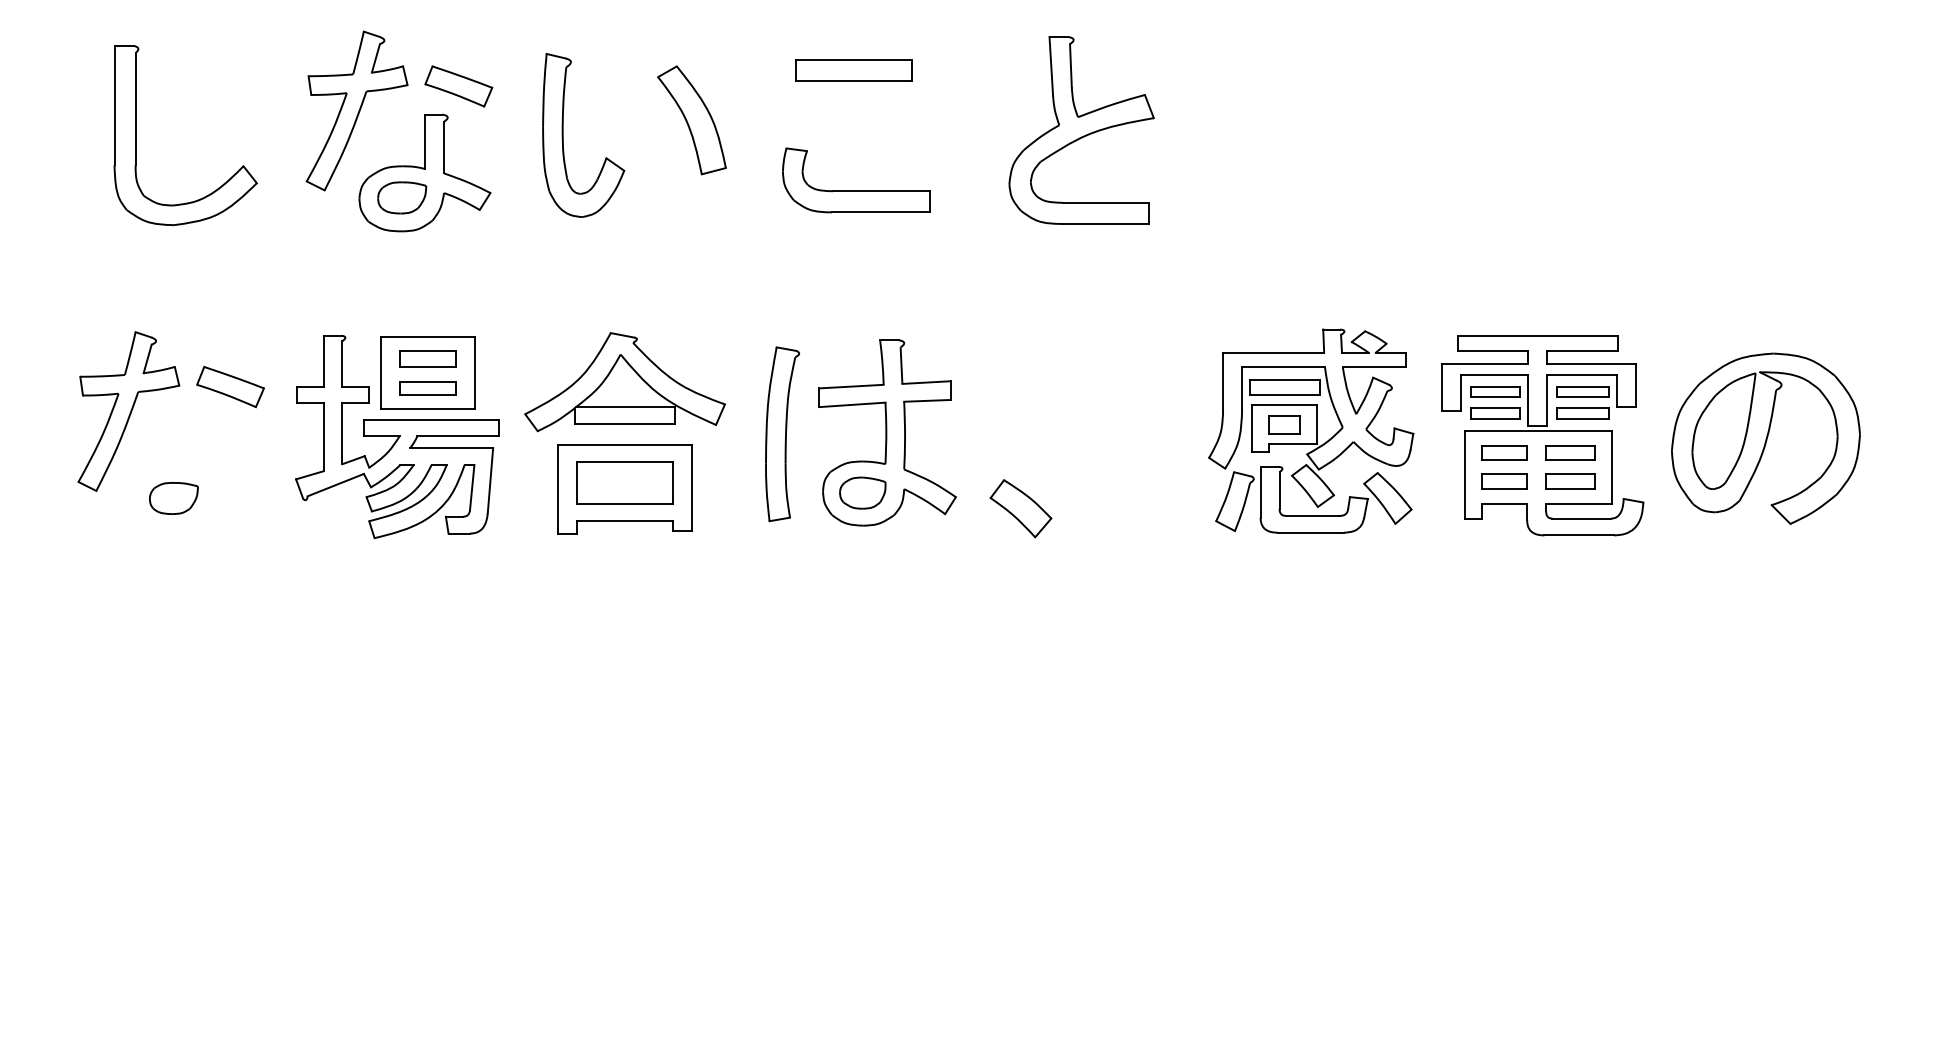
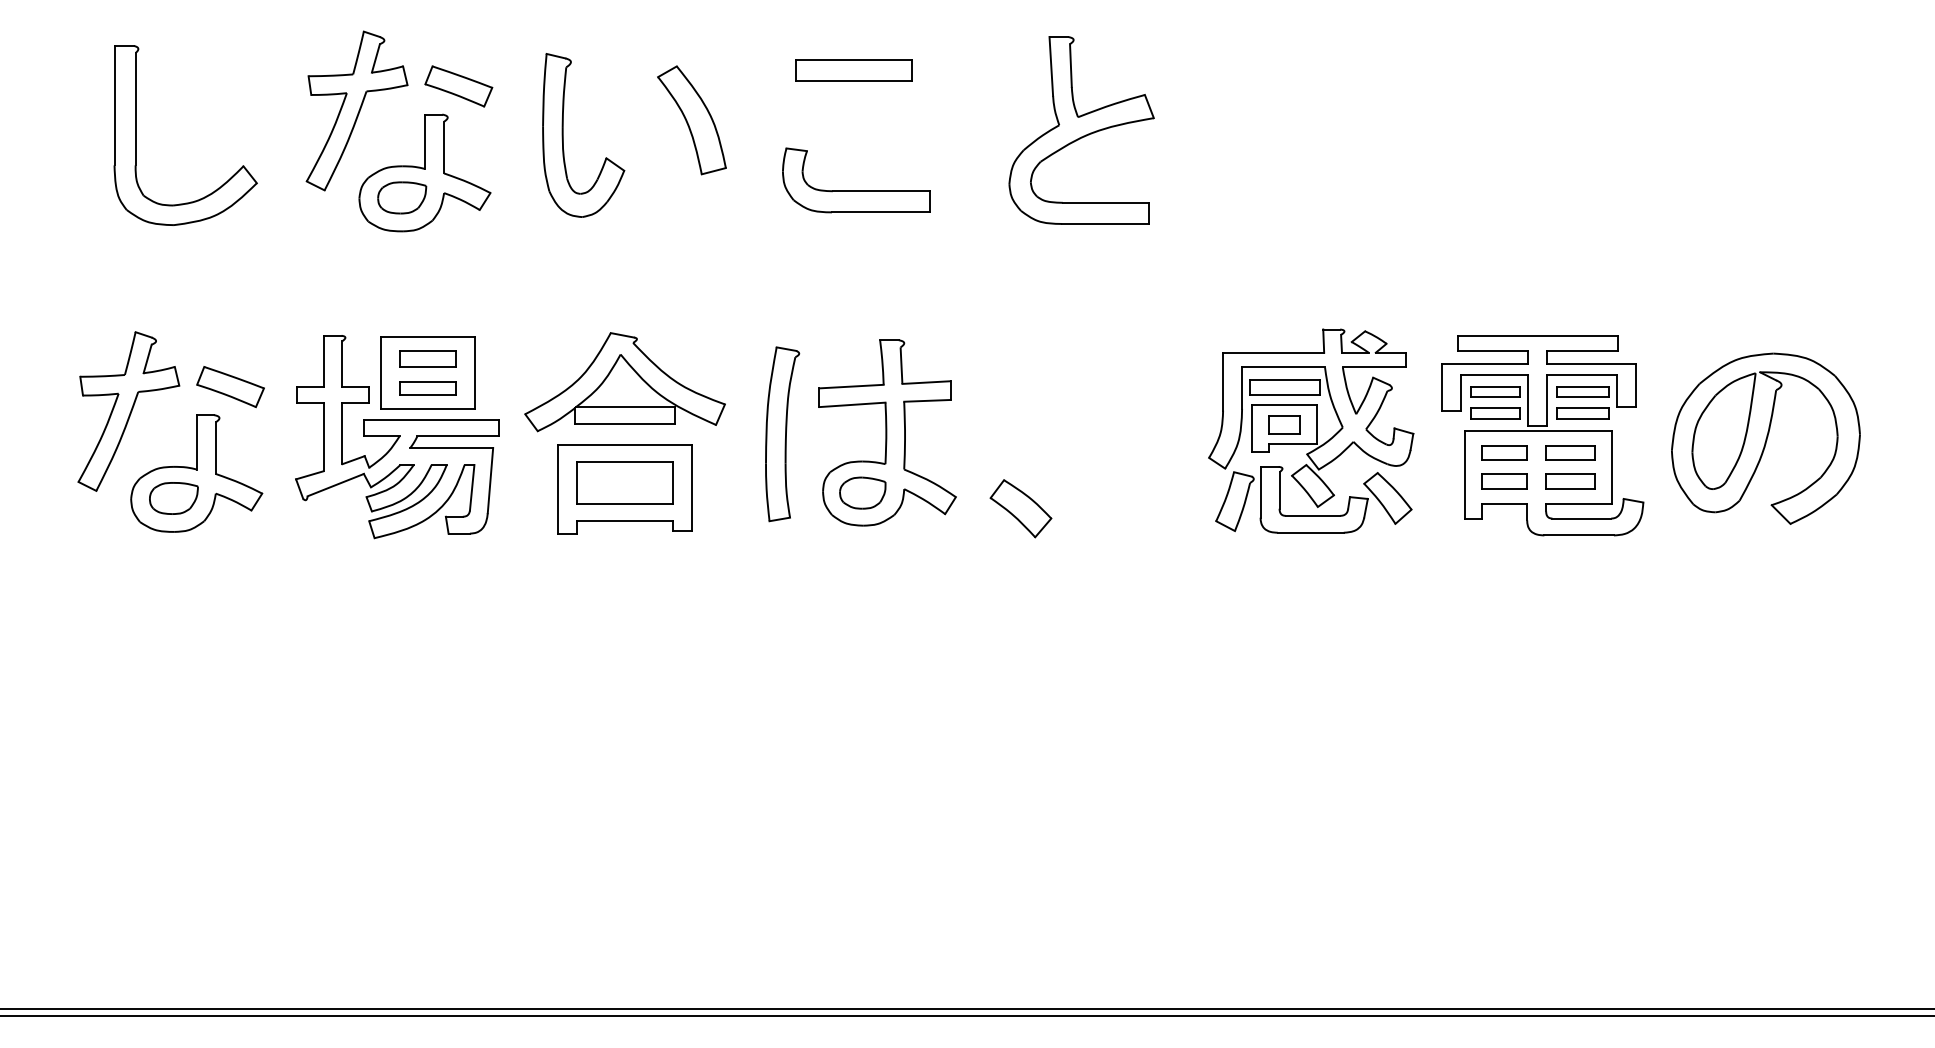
part at (196, 473): none -> present
line at (966, 1009): none -> present
line at (966, 1016): none -> present
